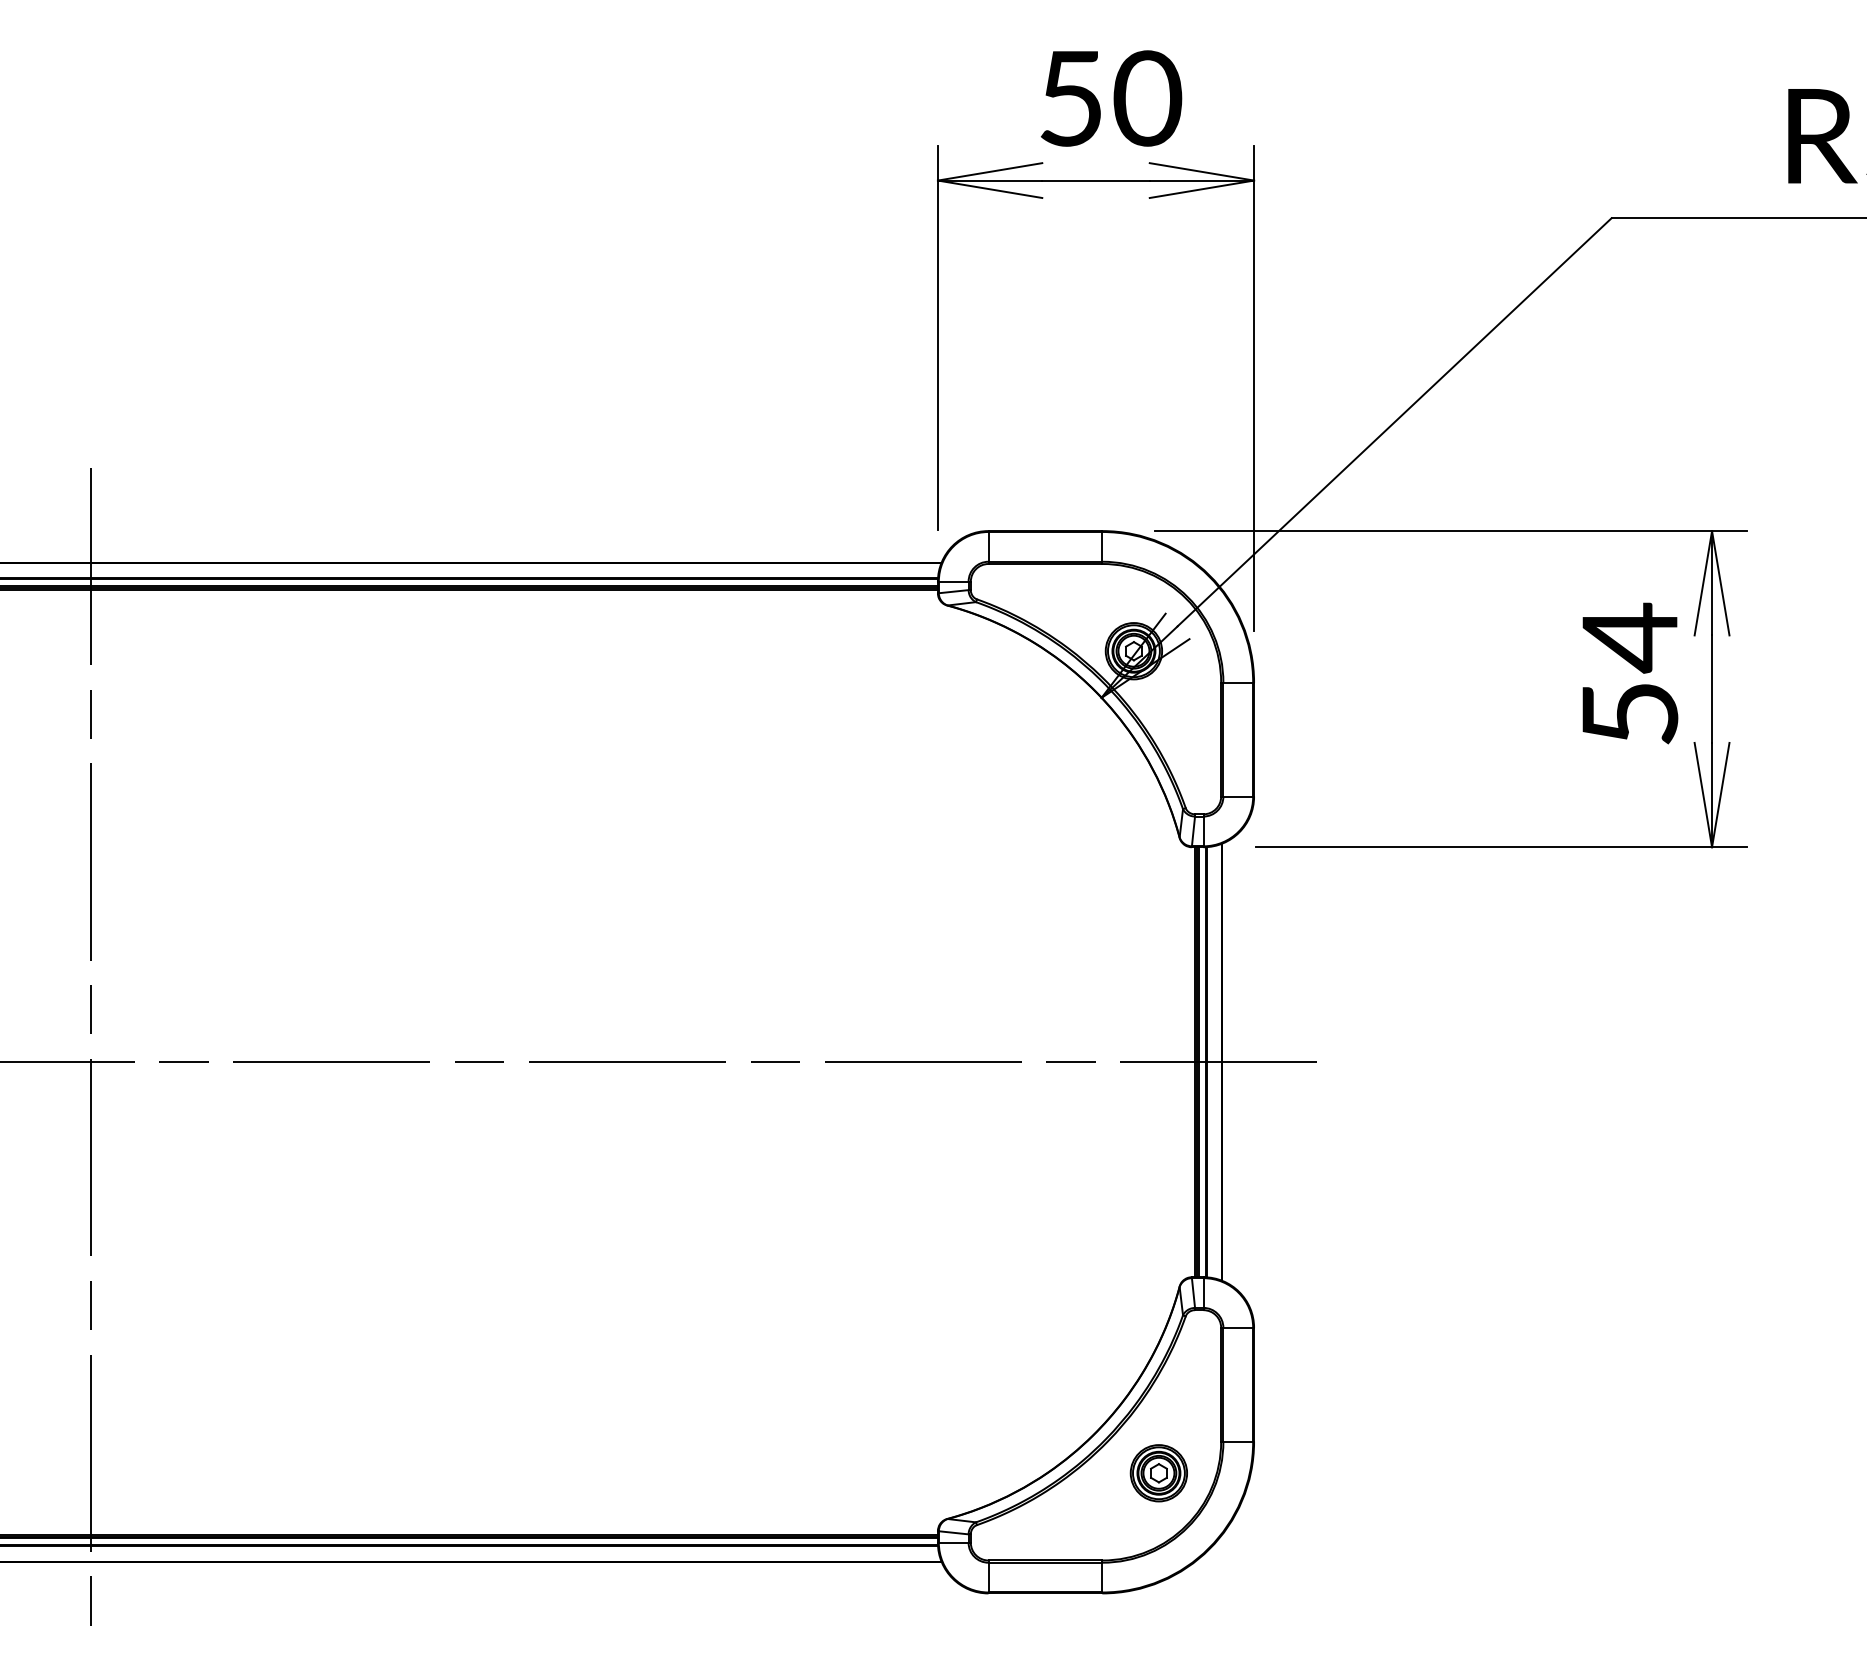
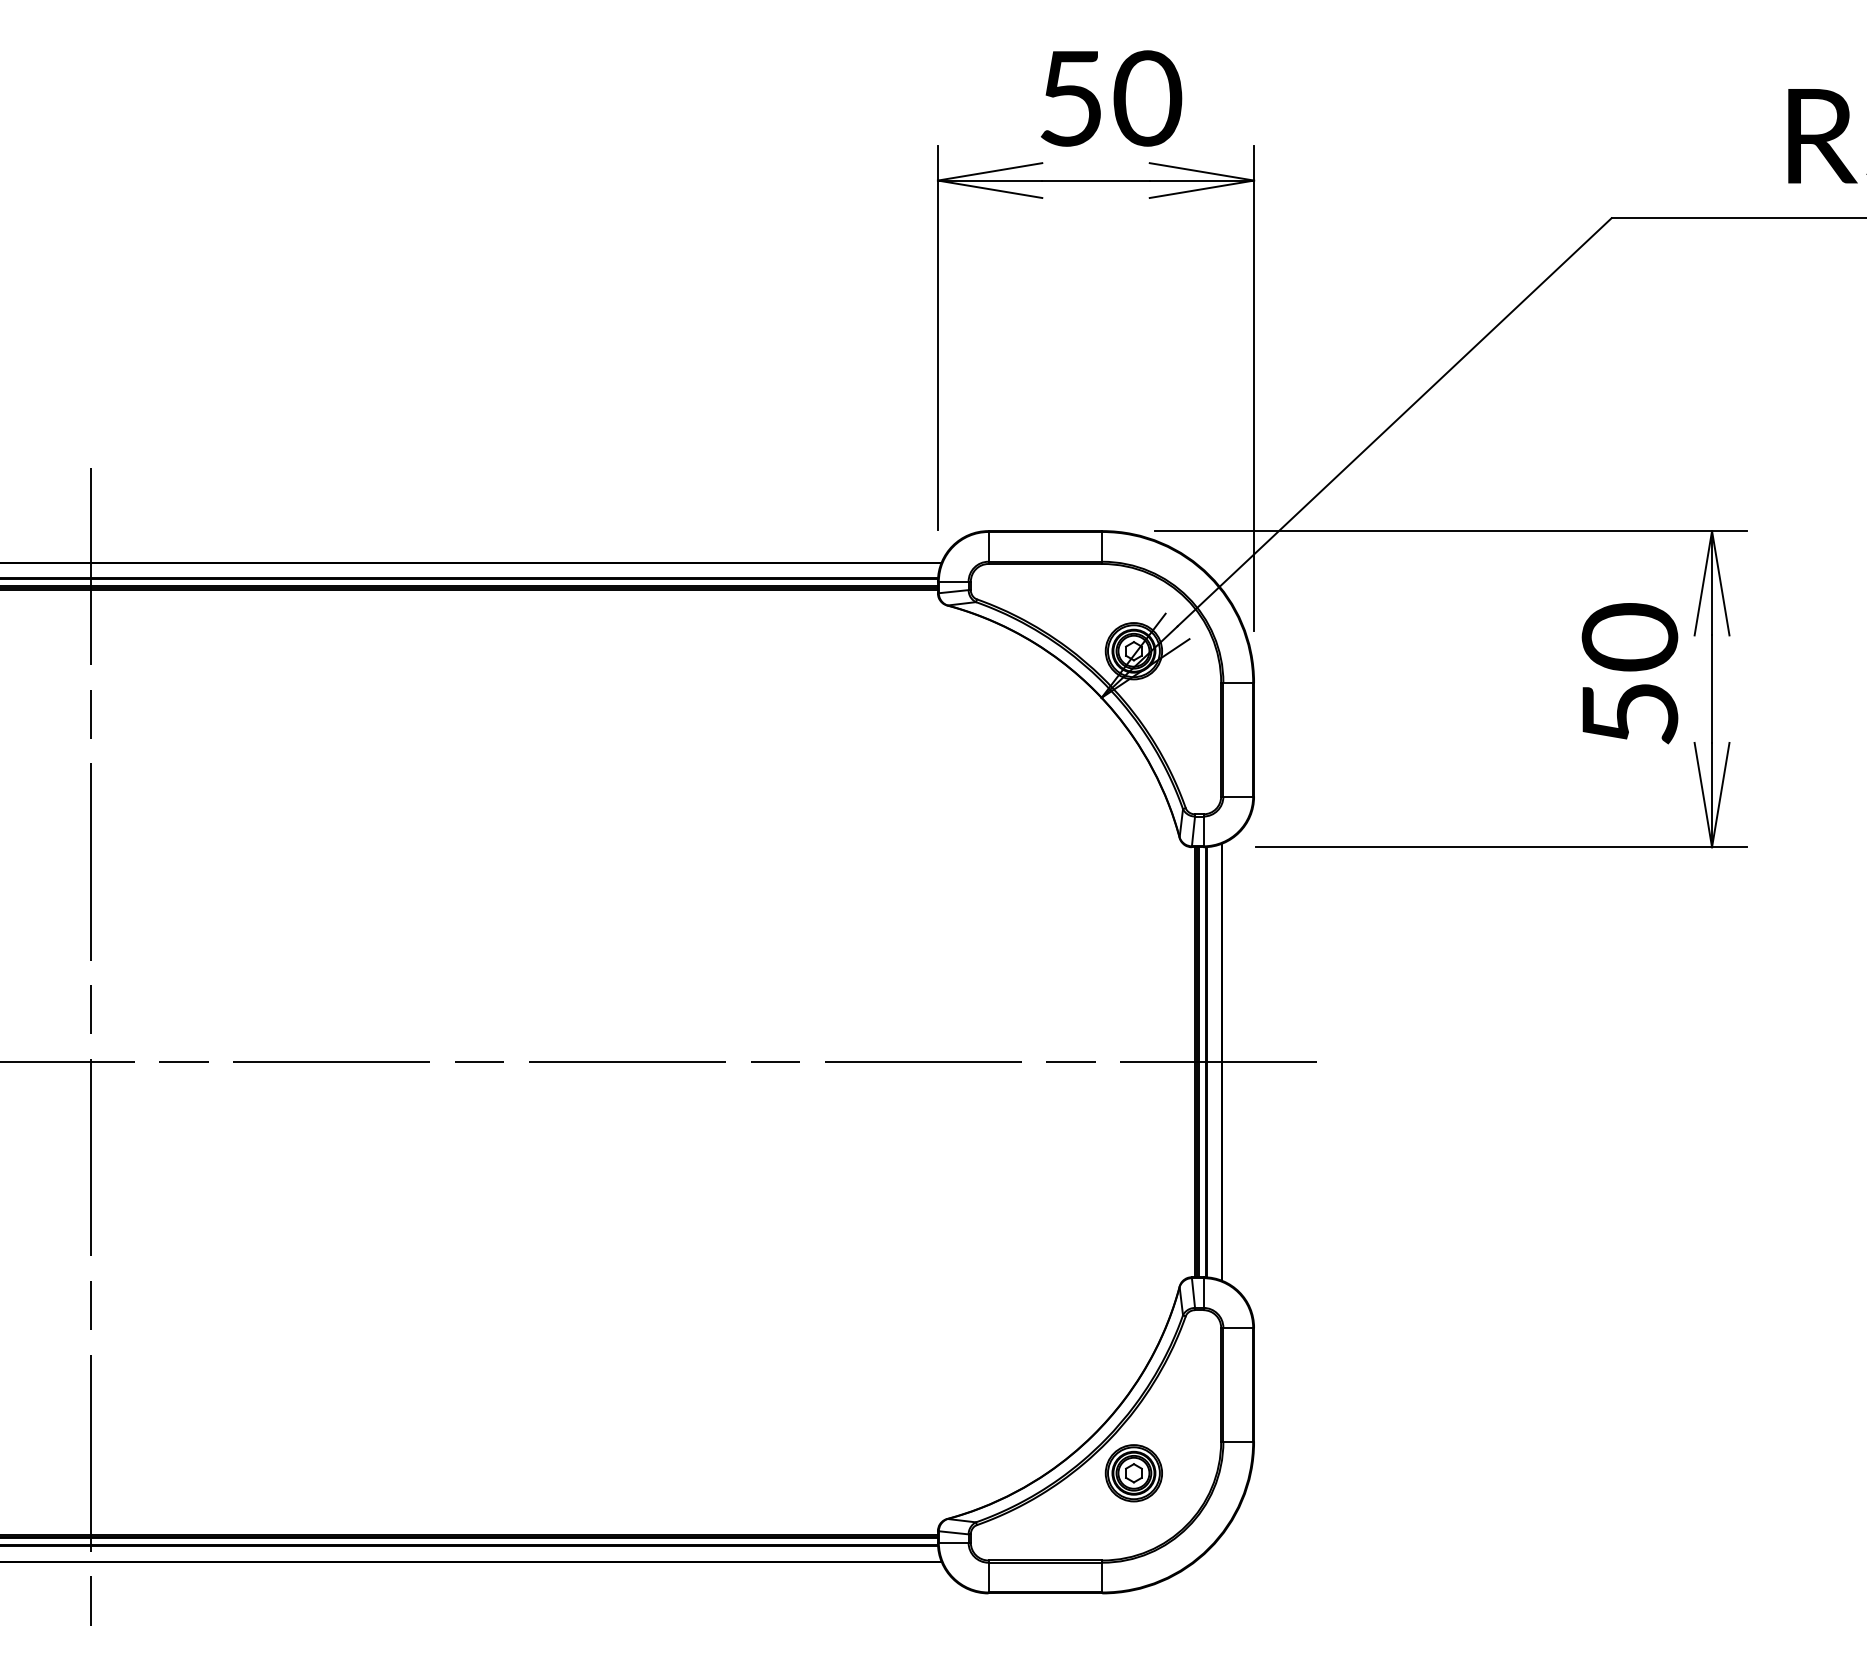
text at (1629, 637): 54 -> 50
part at (1158, 1473) position: (1158, 1473) -> (1133, 1473)
